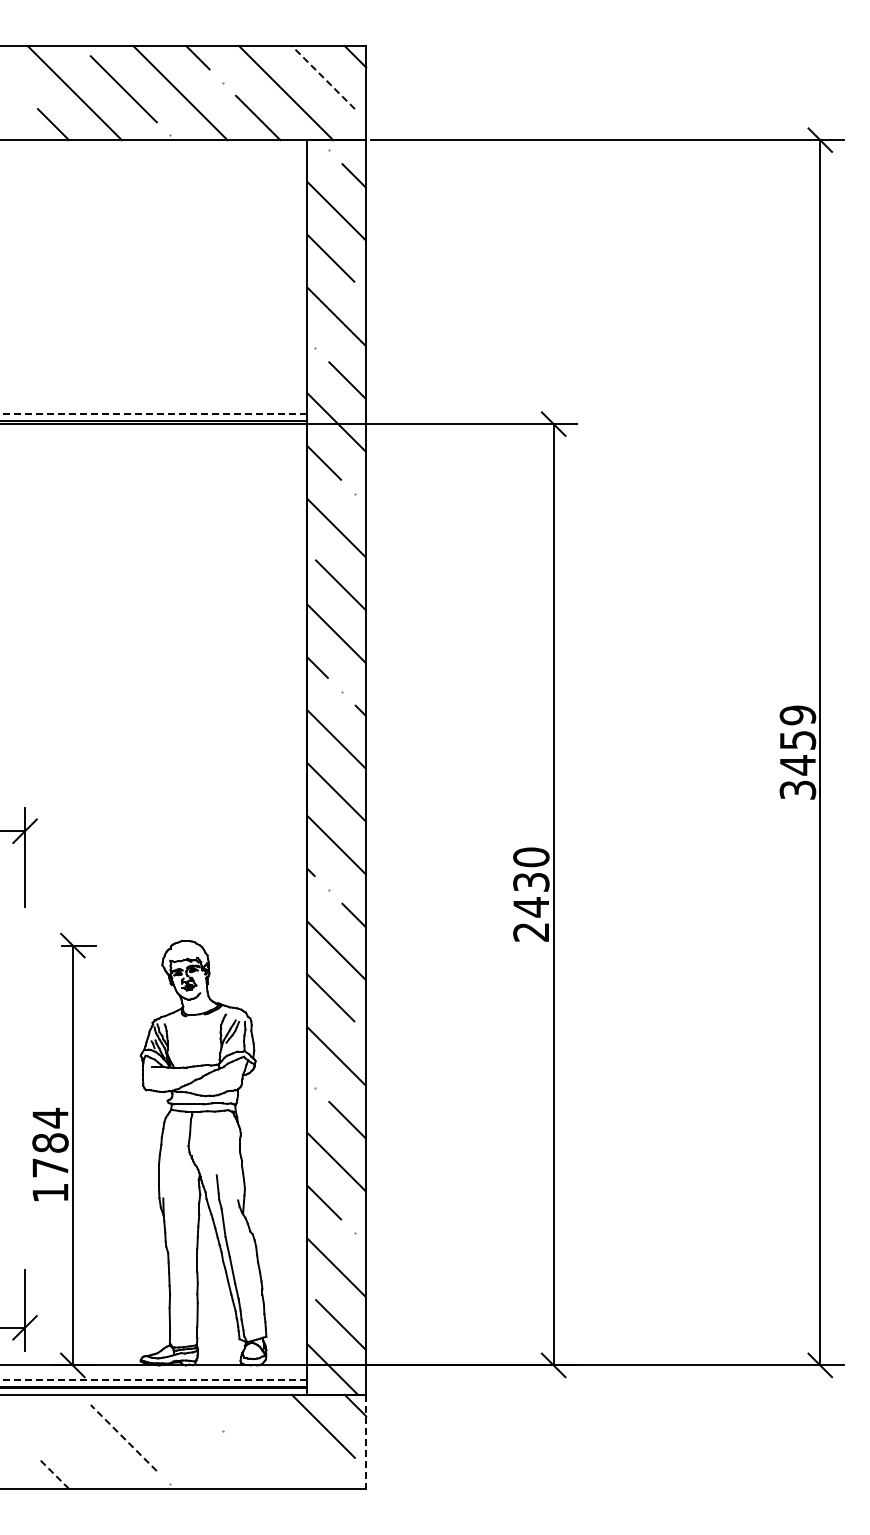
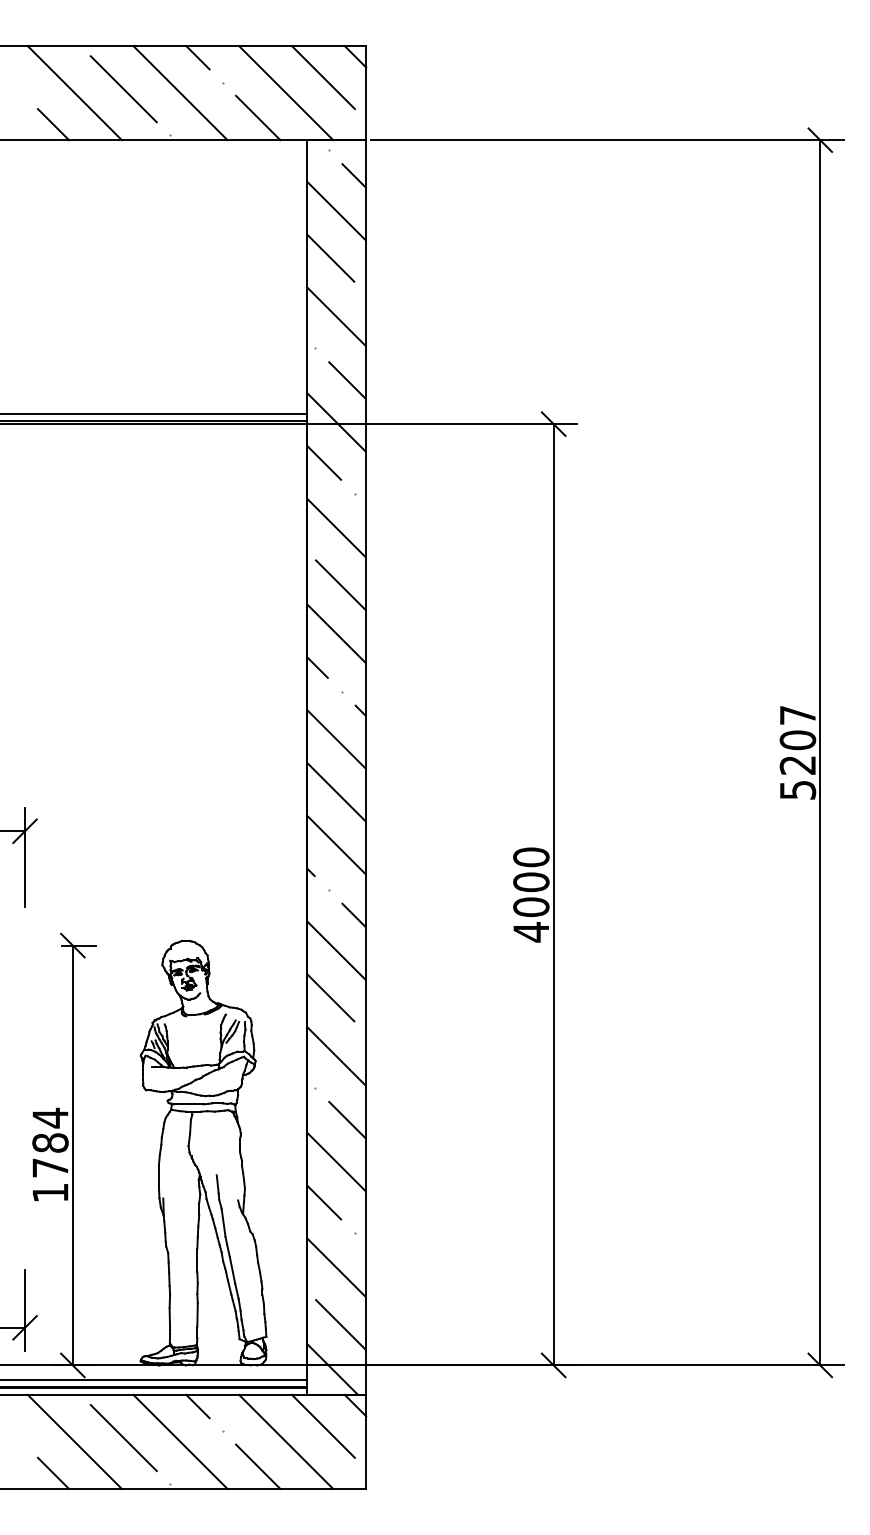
line at (323, 77): dashed -> solid
line at (153, 414): dashed -> solid
text at (797, 752): 3459 -> 5207
text at (531, 907): 2430 -> 4000
line at (153, 1379): dashed -> solid
line at (197, 1406): none -> present
line at (123, 1438): dashed -> solid
line at (74, 1441): none -> present
line at (180, 1441): none -> present
line at (286, 1441): none -> present
line at (366, 1442): dashed -> solid
line at (258, 1466): none -> present
line at (53, 1473): dashed -> solid
